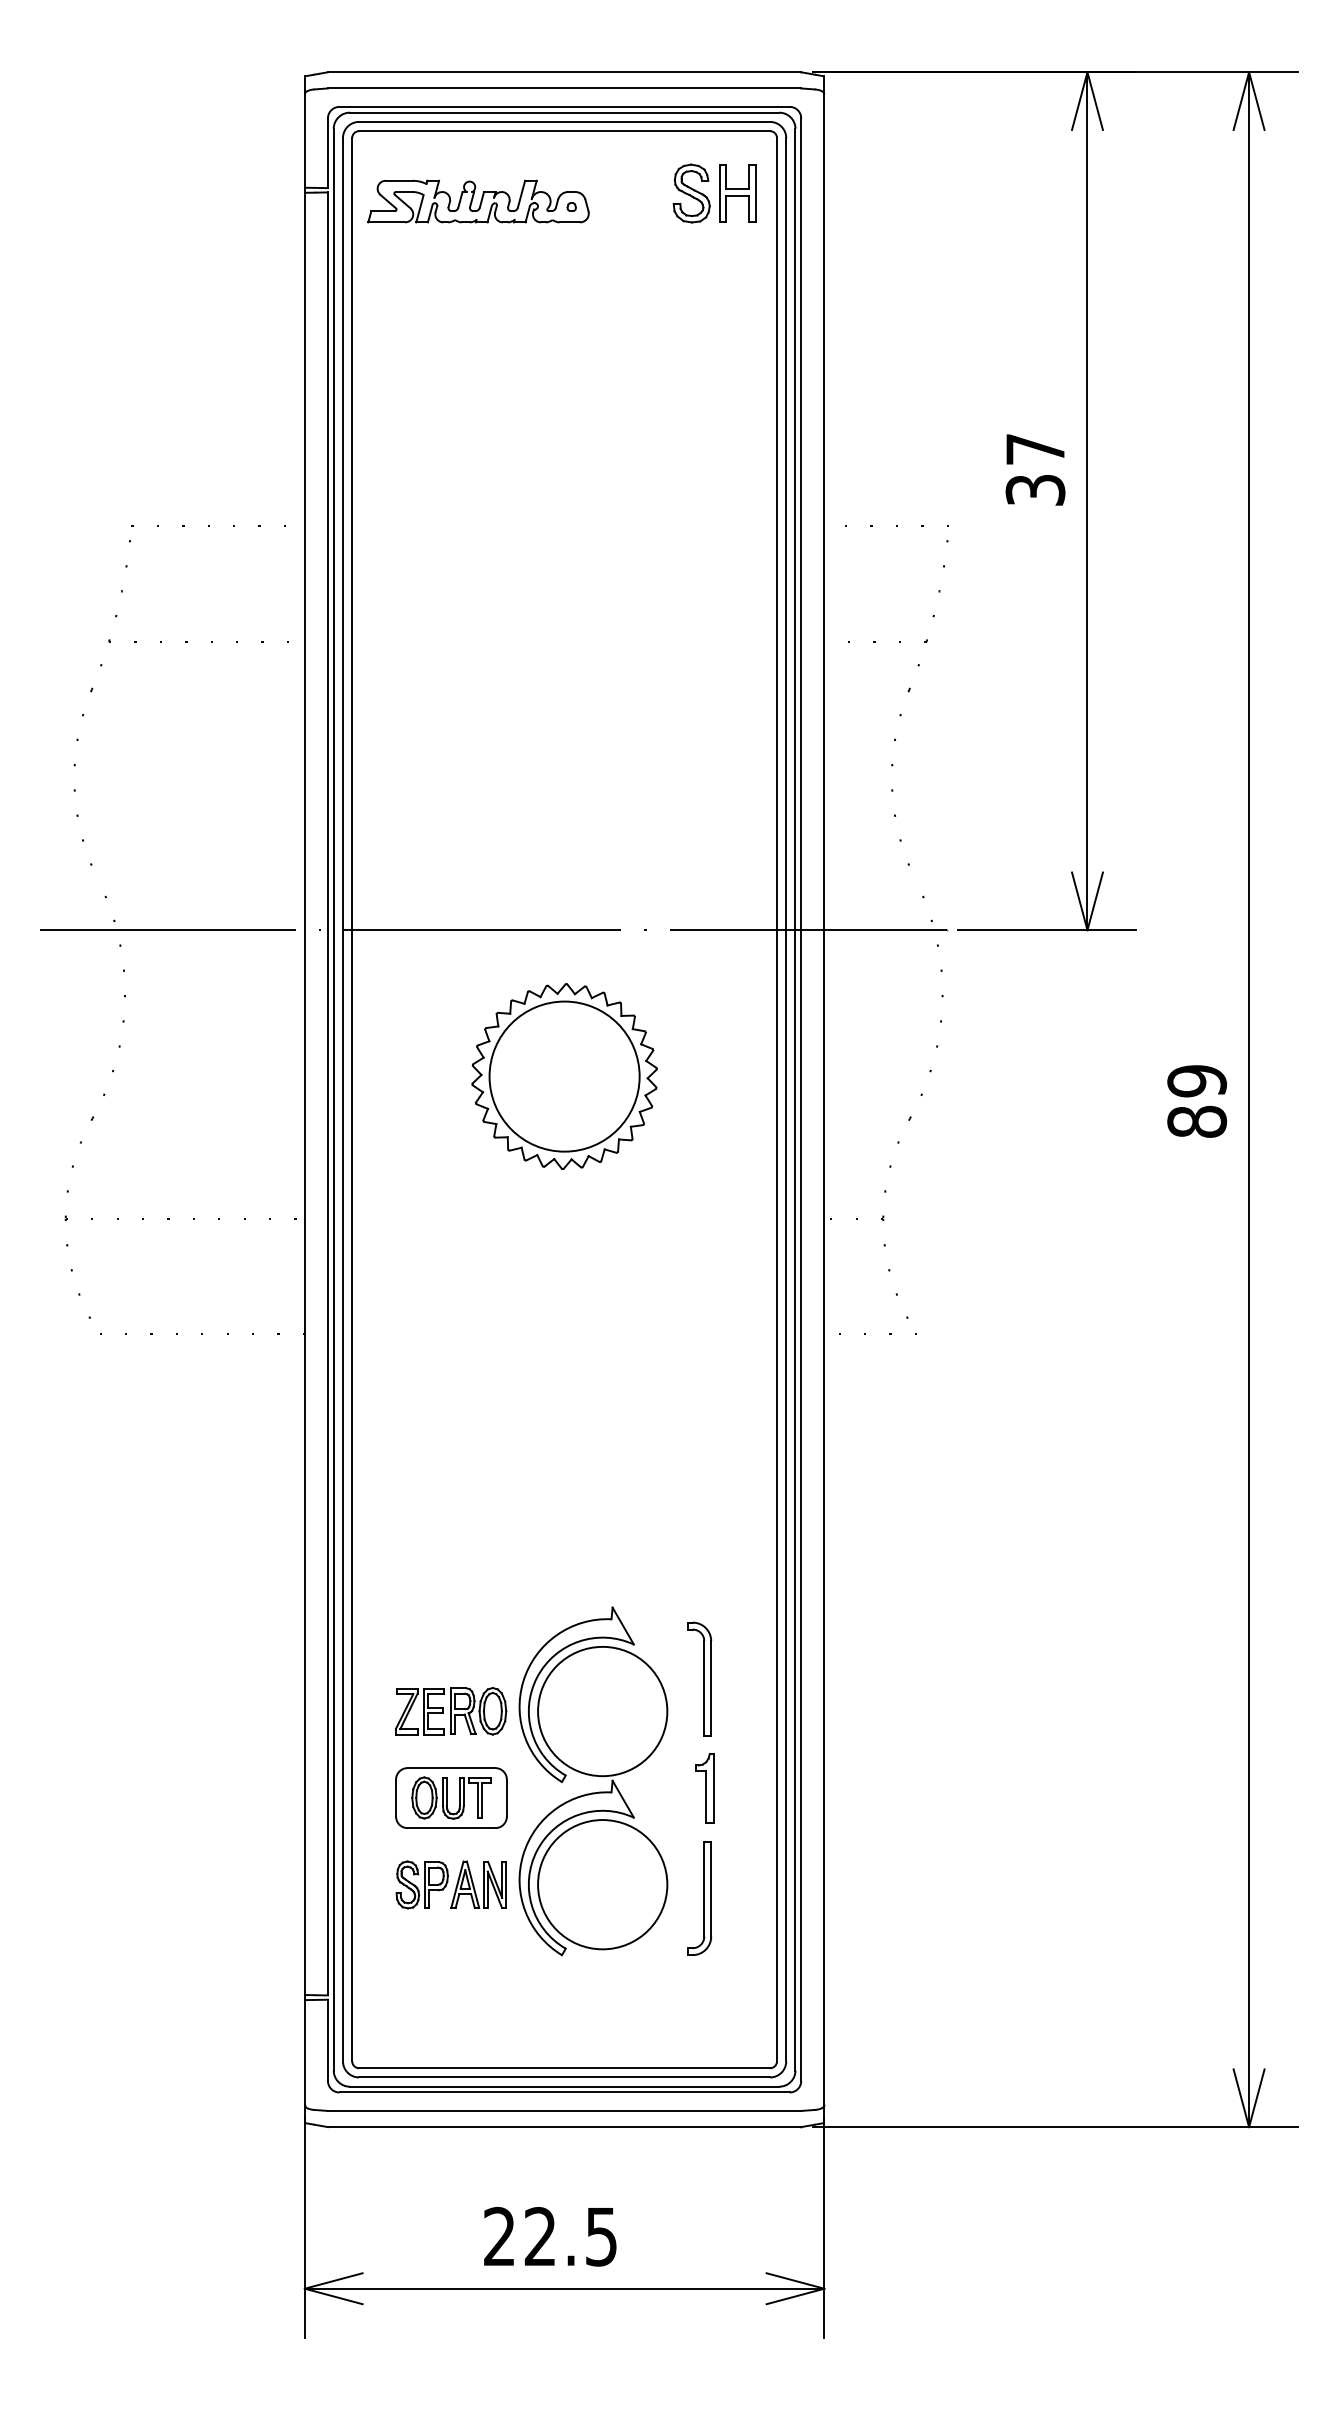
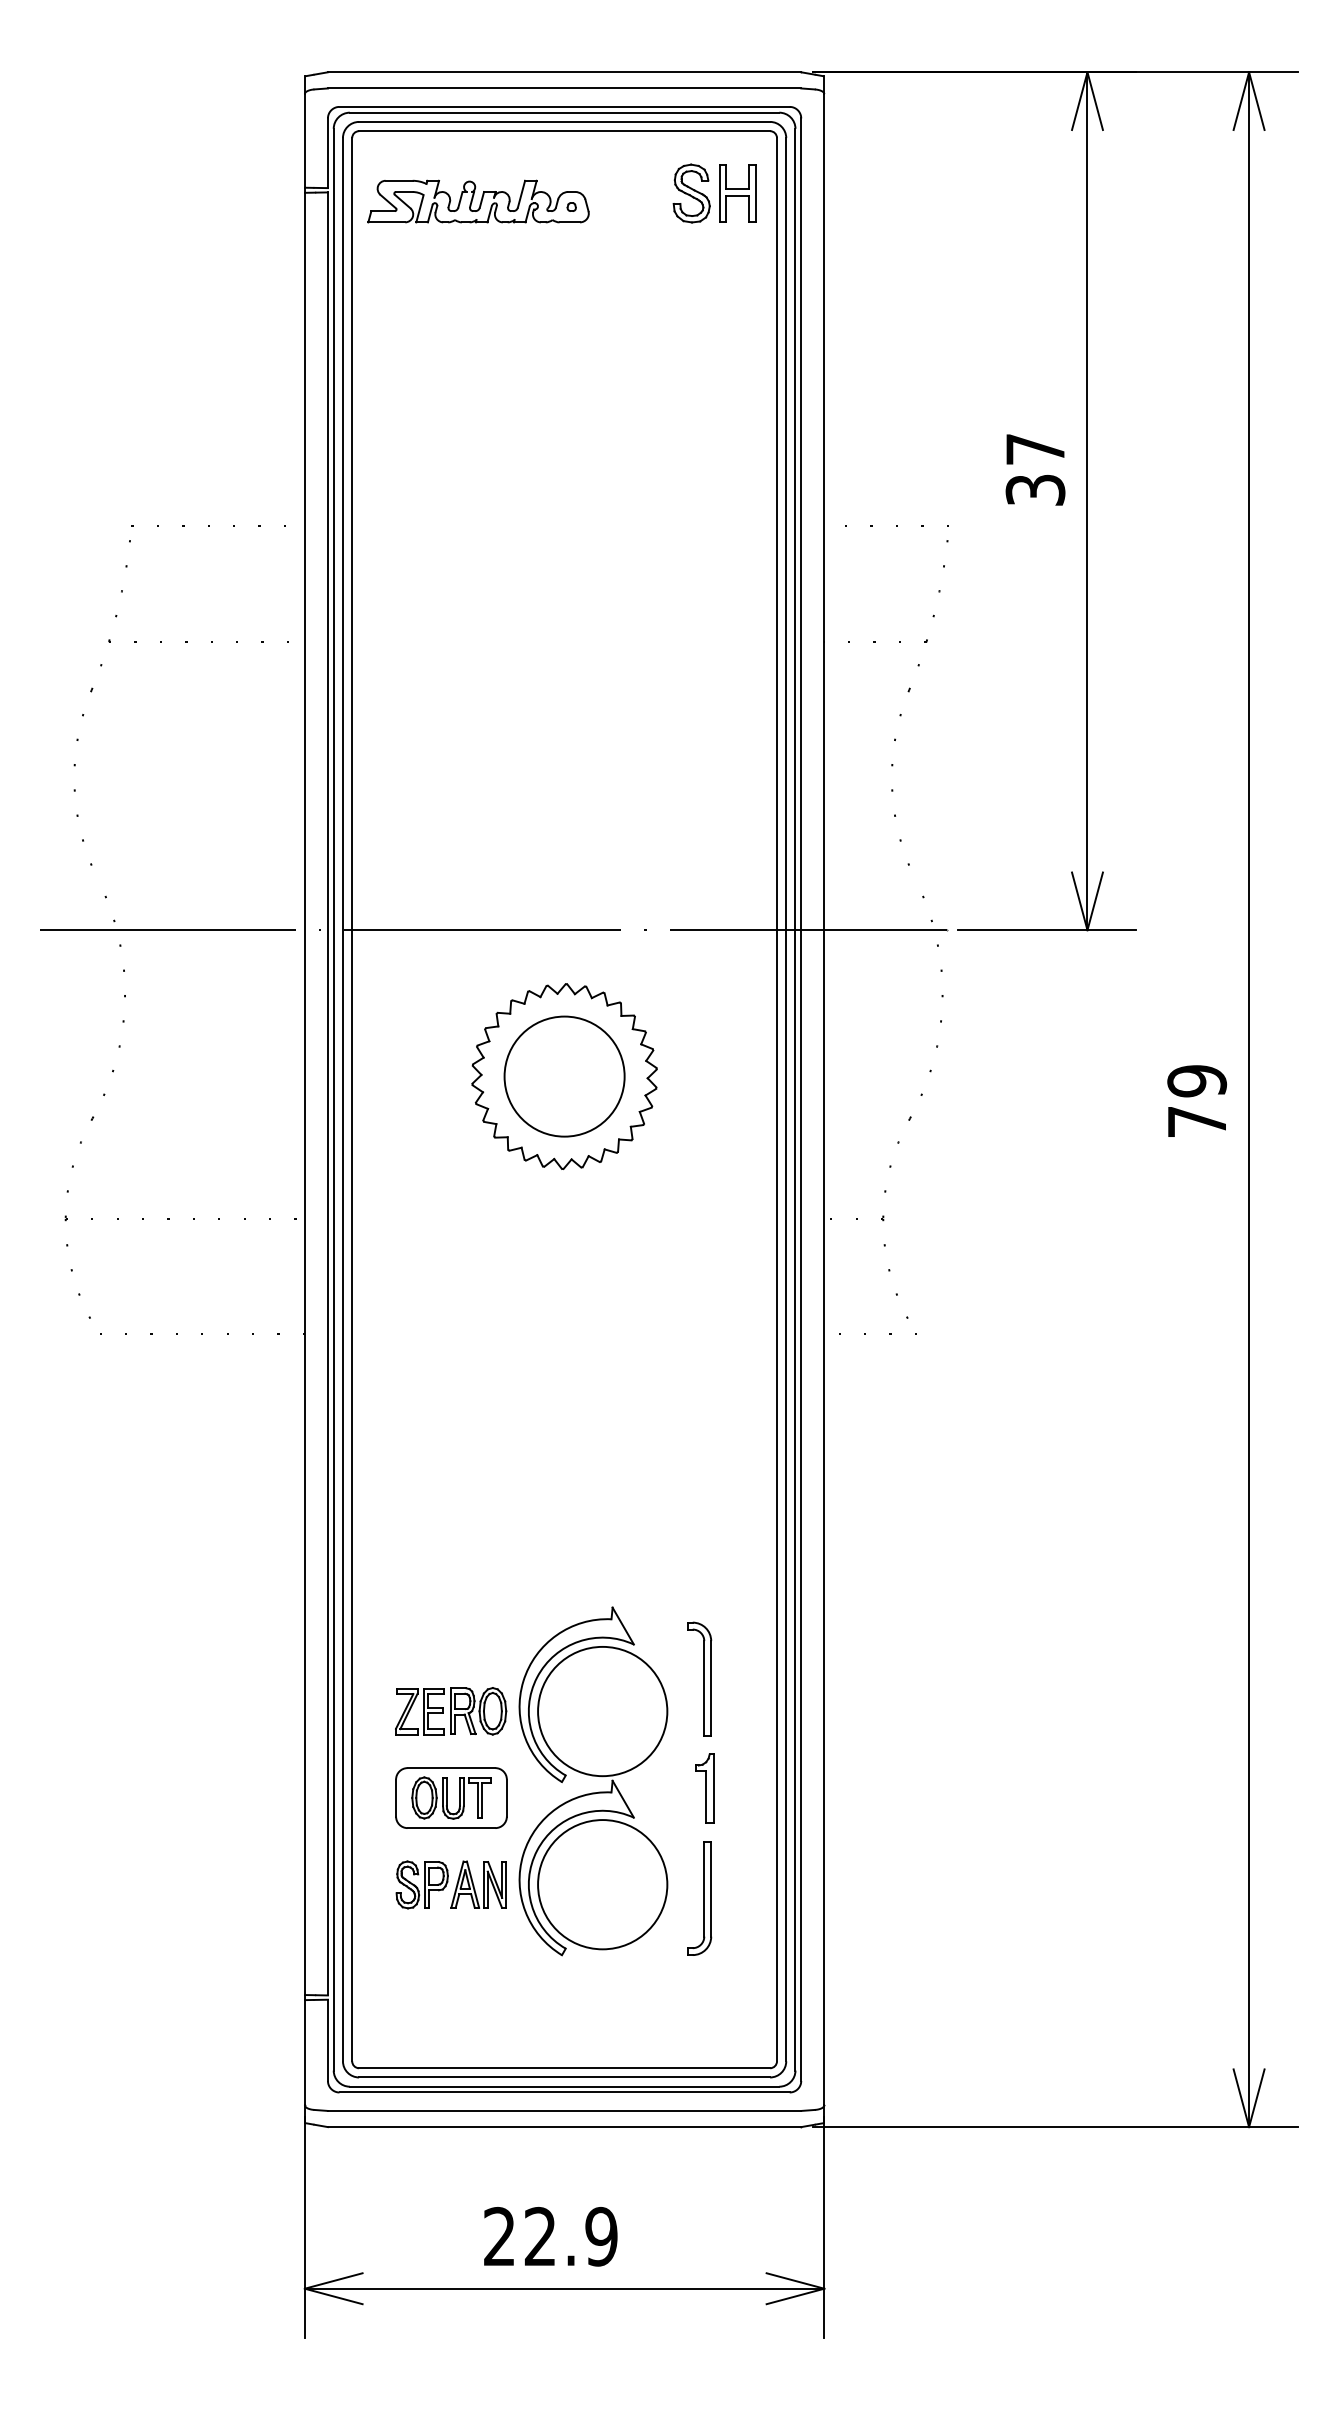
circle at (564, 1076) diameter: 150 px -> 120 px
text at (1197, 1121): 89 -> 79
text at (601, 2236): 22.5 -> 22.9
